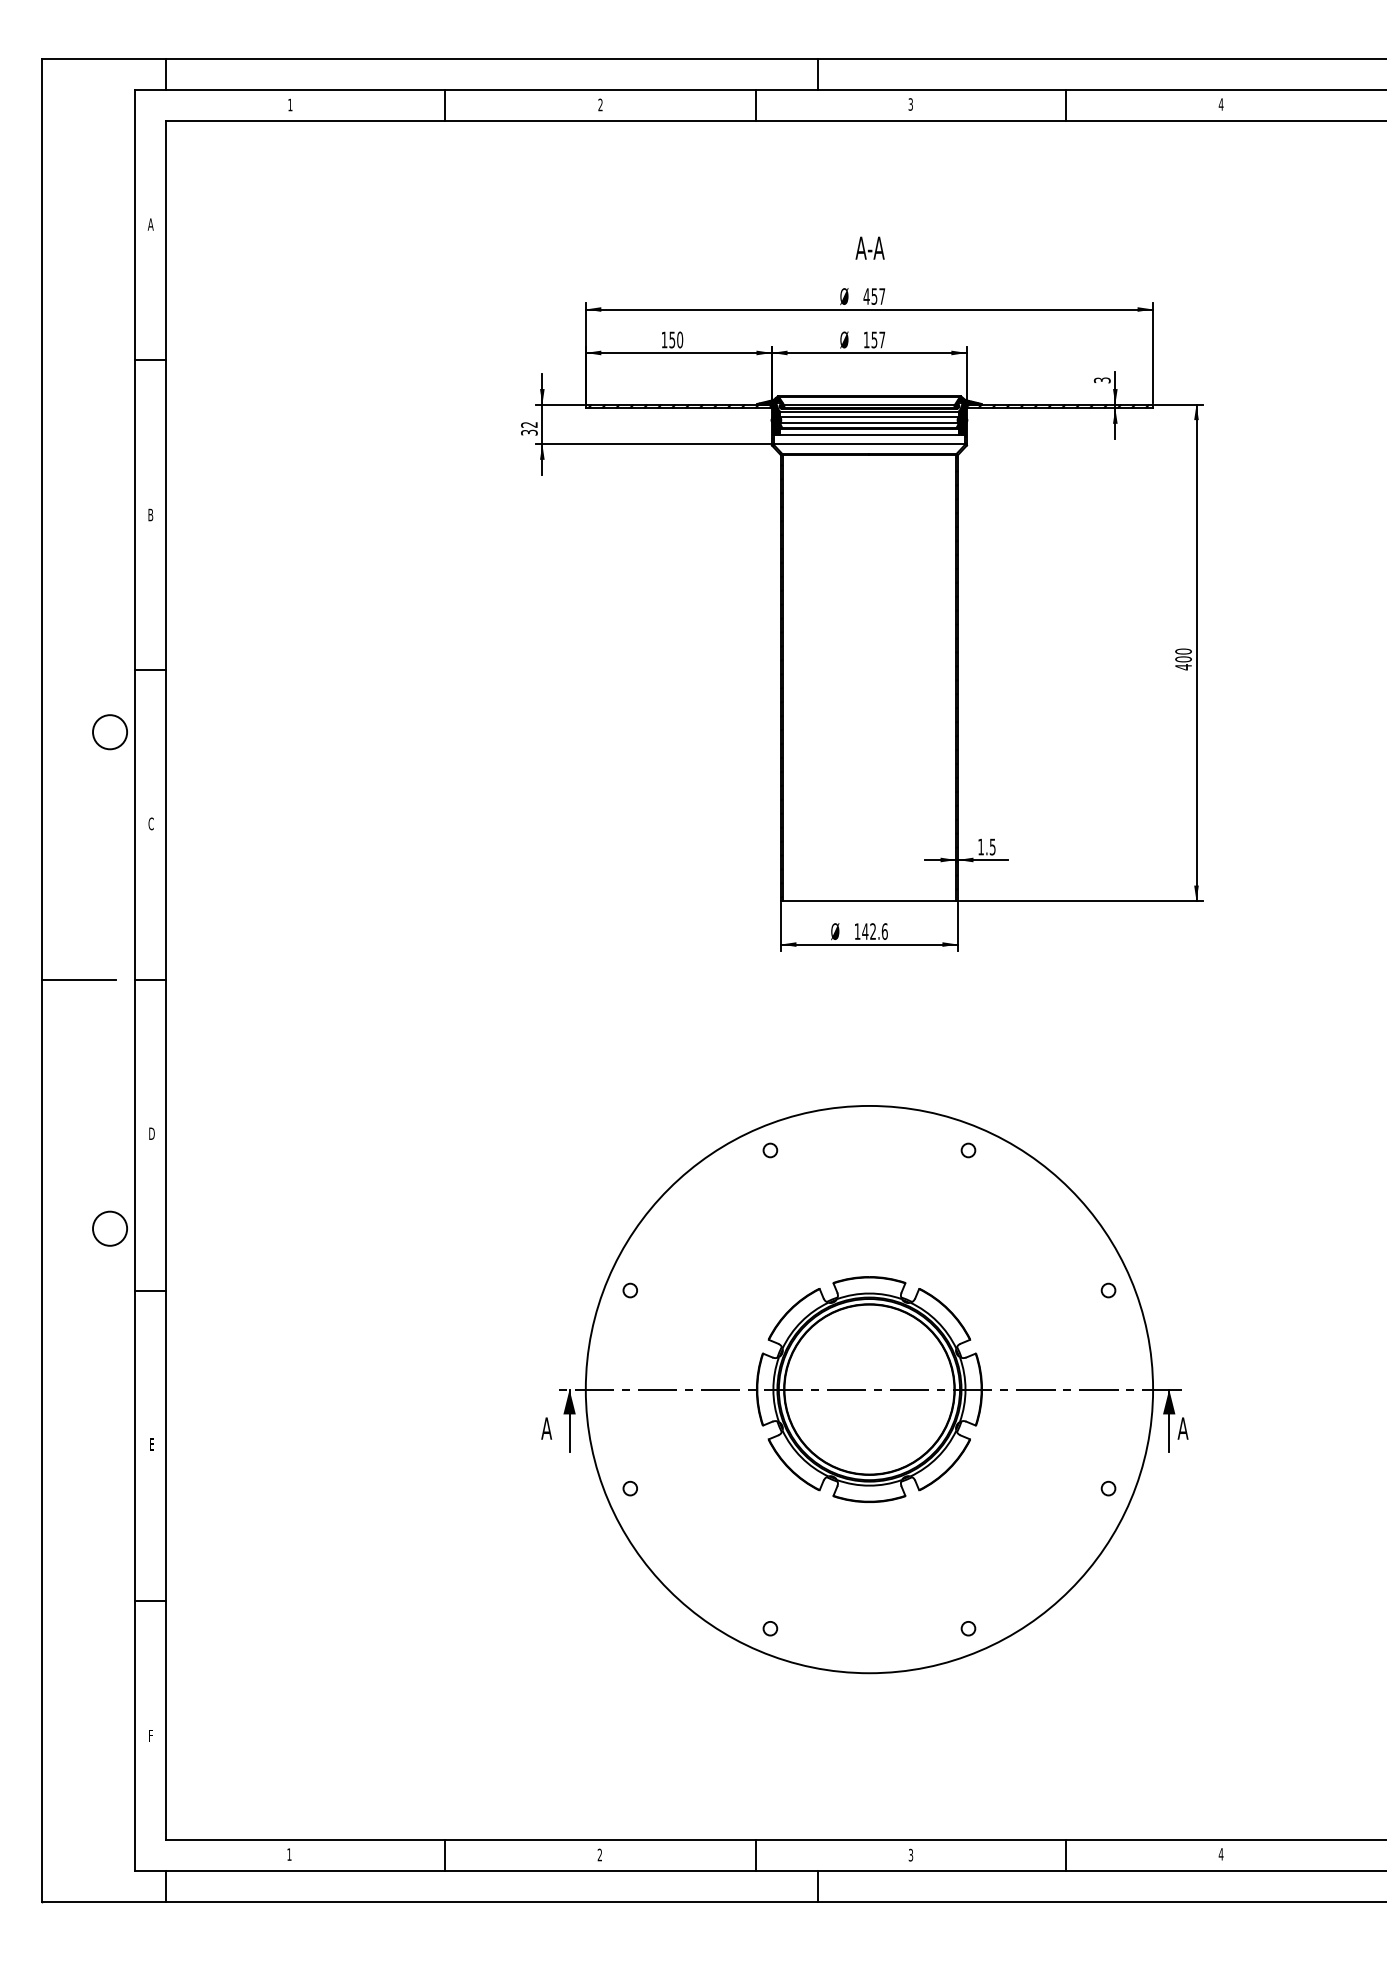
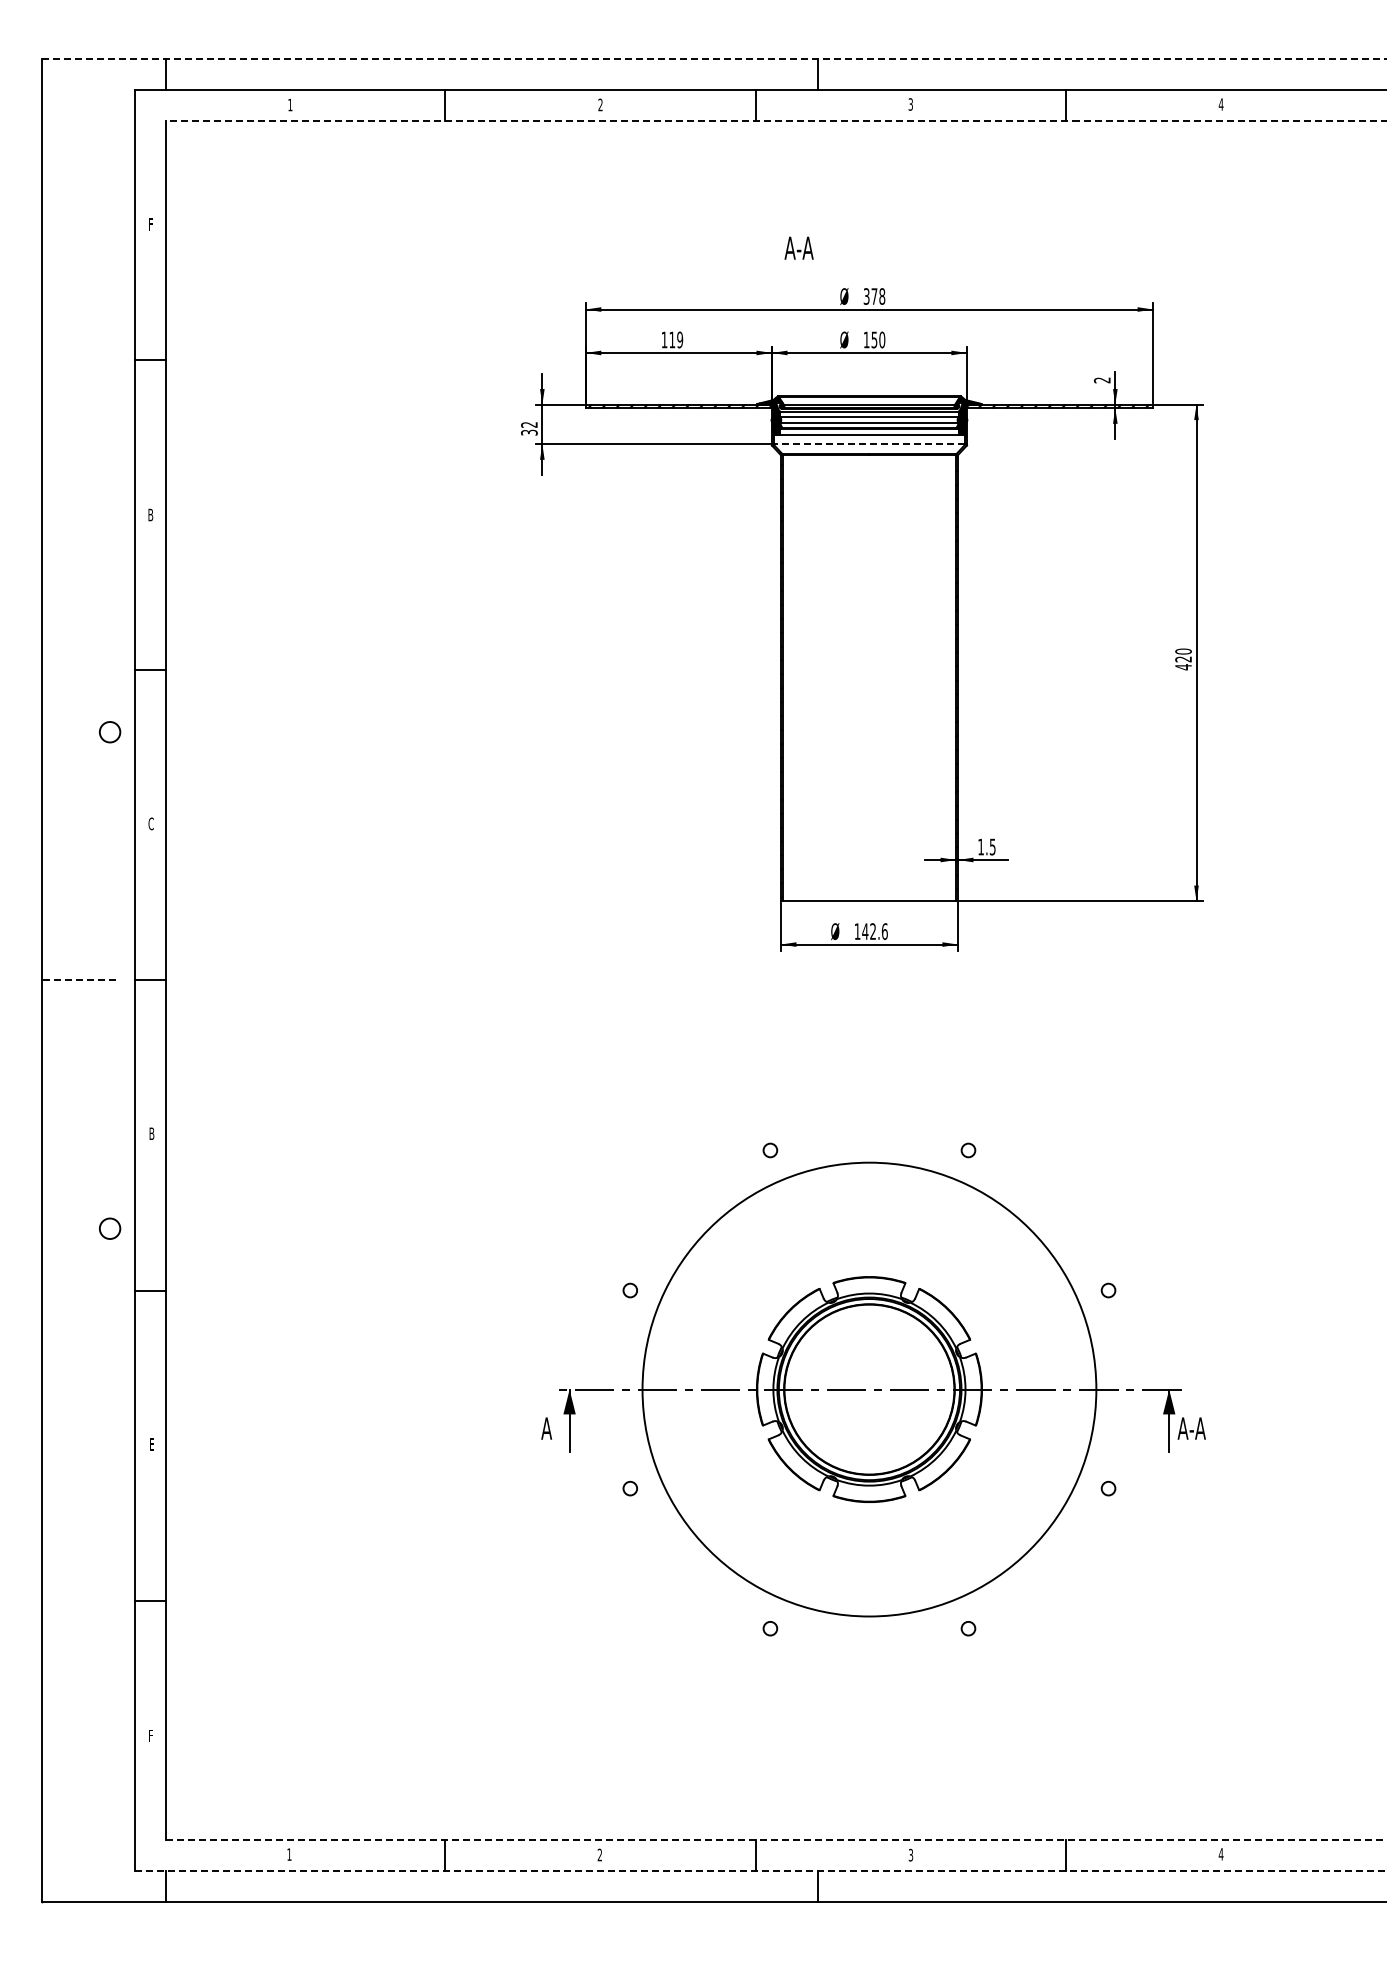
line at (714, 58): solid -> dashed
line at (775, 120): solid -> dashed
text at (150, 224): A -> F
text at (869, 247) position: (869, 247) -> (798, 247)
text at (874, 296): 457 -> 378
text at (675, 339): 150 -> 119
text at (882, 339): 157 -> 150
text at (1102, 380): 3 -> 2
line at (869, 444): solid -> dashed
text at (1183, 659): 400 -> 420
circle at (110, 732) diameter: 34 px -> 20 px
line at (78, 980): solid -> dashed
text at (151, 1133): D -> B
circle at (110, 1228) diameter: 34 px -> 20 px
circle at (869, 1389) diameter: 567 px -> 454 px
text at (1197, 1428): A -> A-A
line at (776, 1840): solid -> dashed
line at (760, 1871): solid -> dashed
